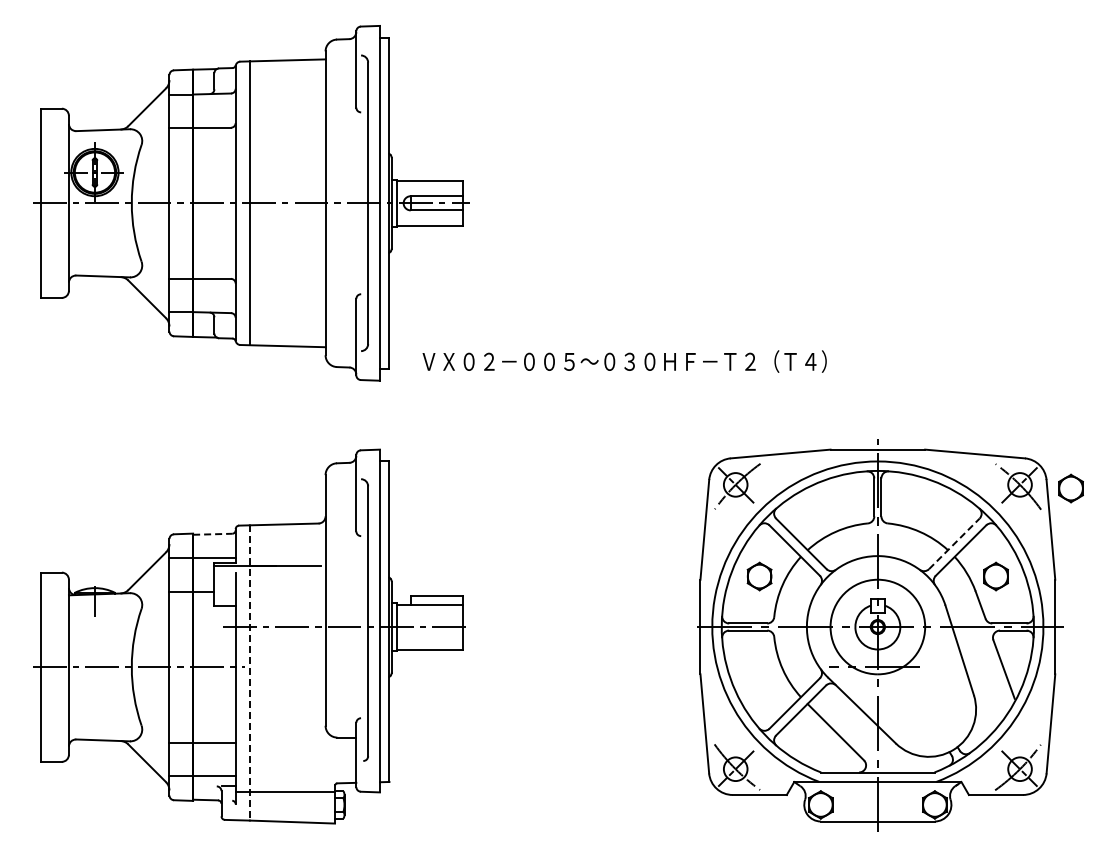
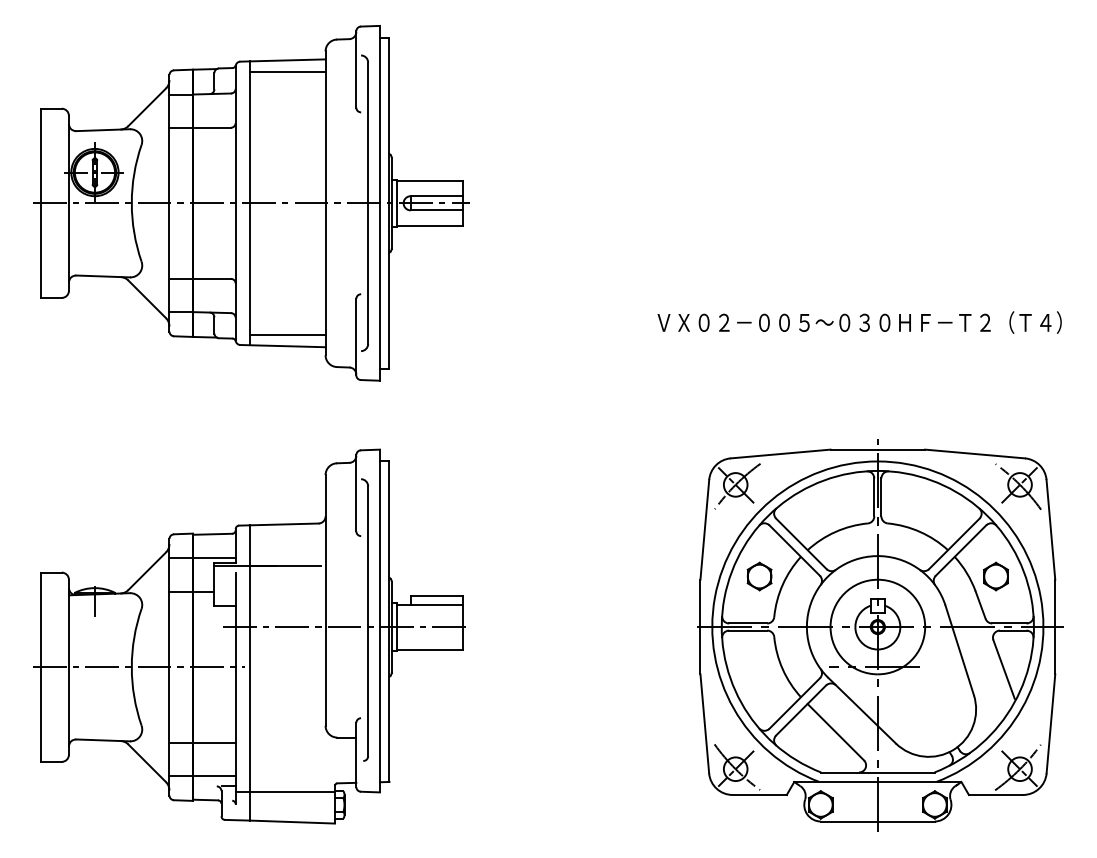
line at (287, 72): none -> present
line at (287, 334): none -> present
text at (624, 361) position: (624, 361) -> (859, 322)
part at (1070, 488): present -> none
line at (212, 534): dashed -> solid
line at (954, 543): dashed -> solid
line at (249, 672): dashed -> solid
